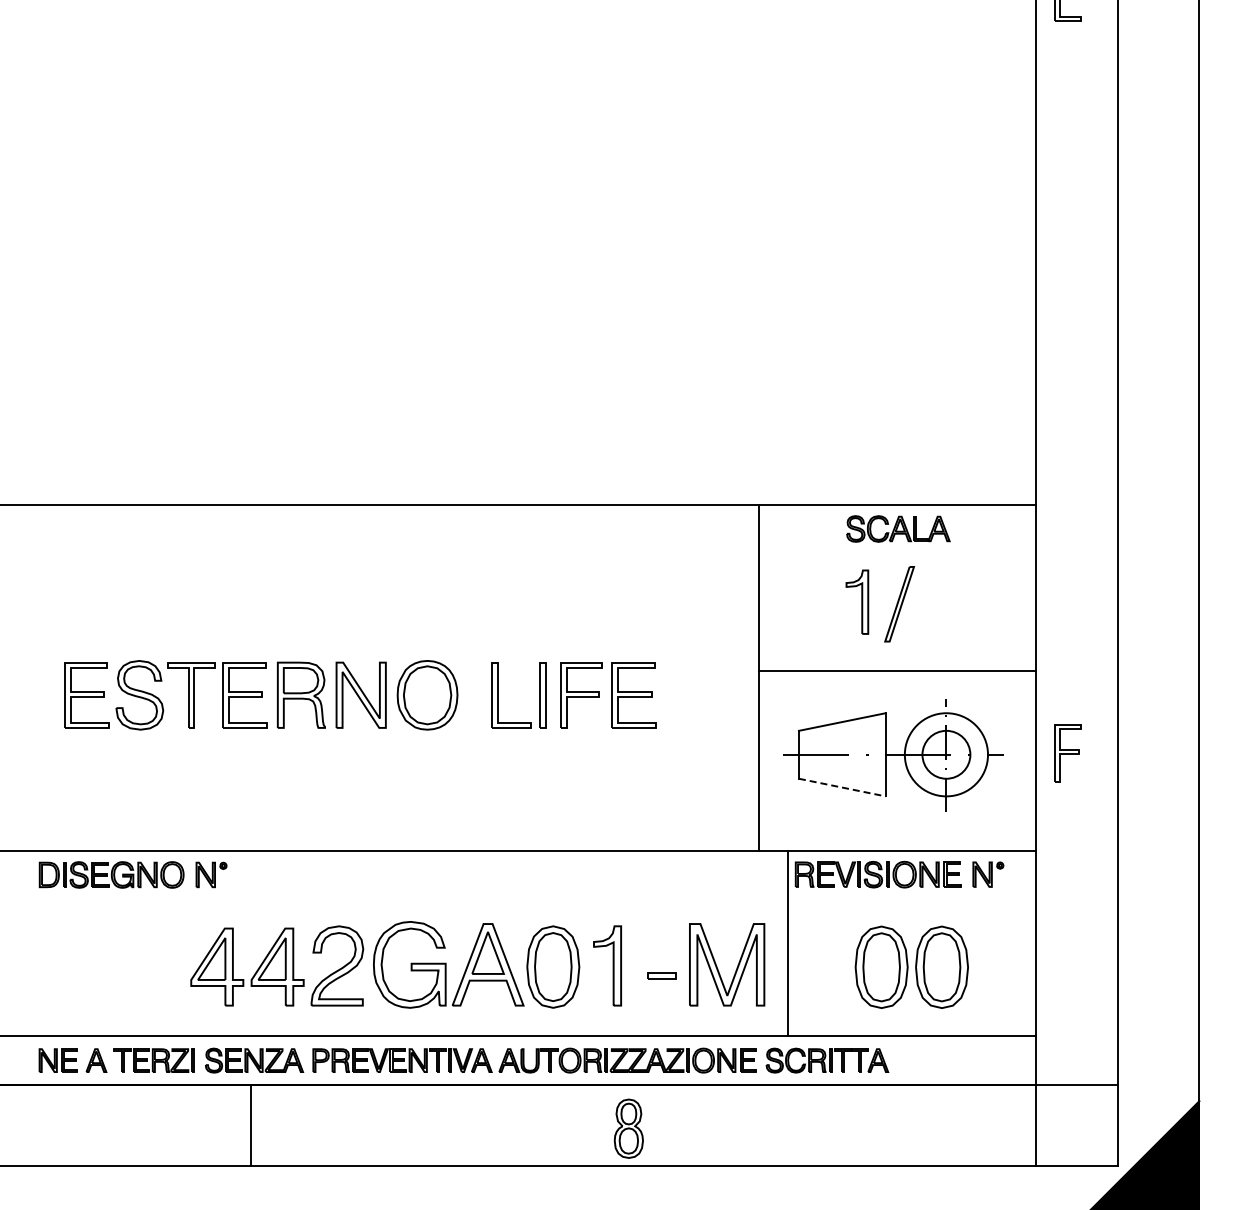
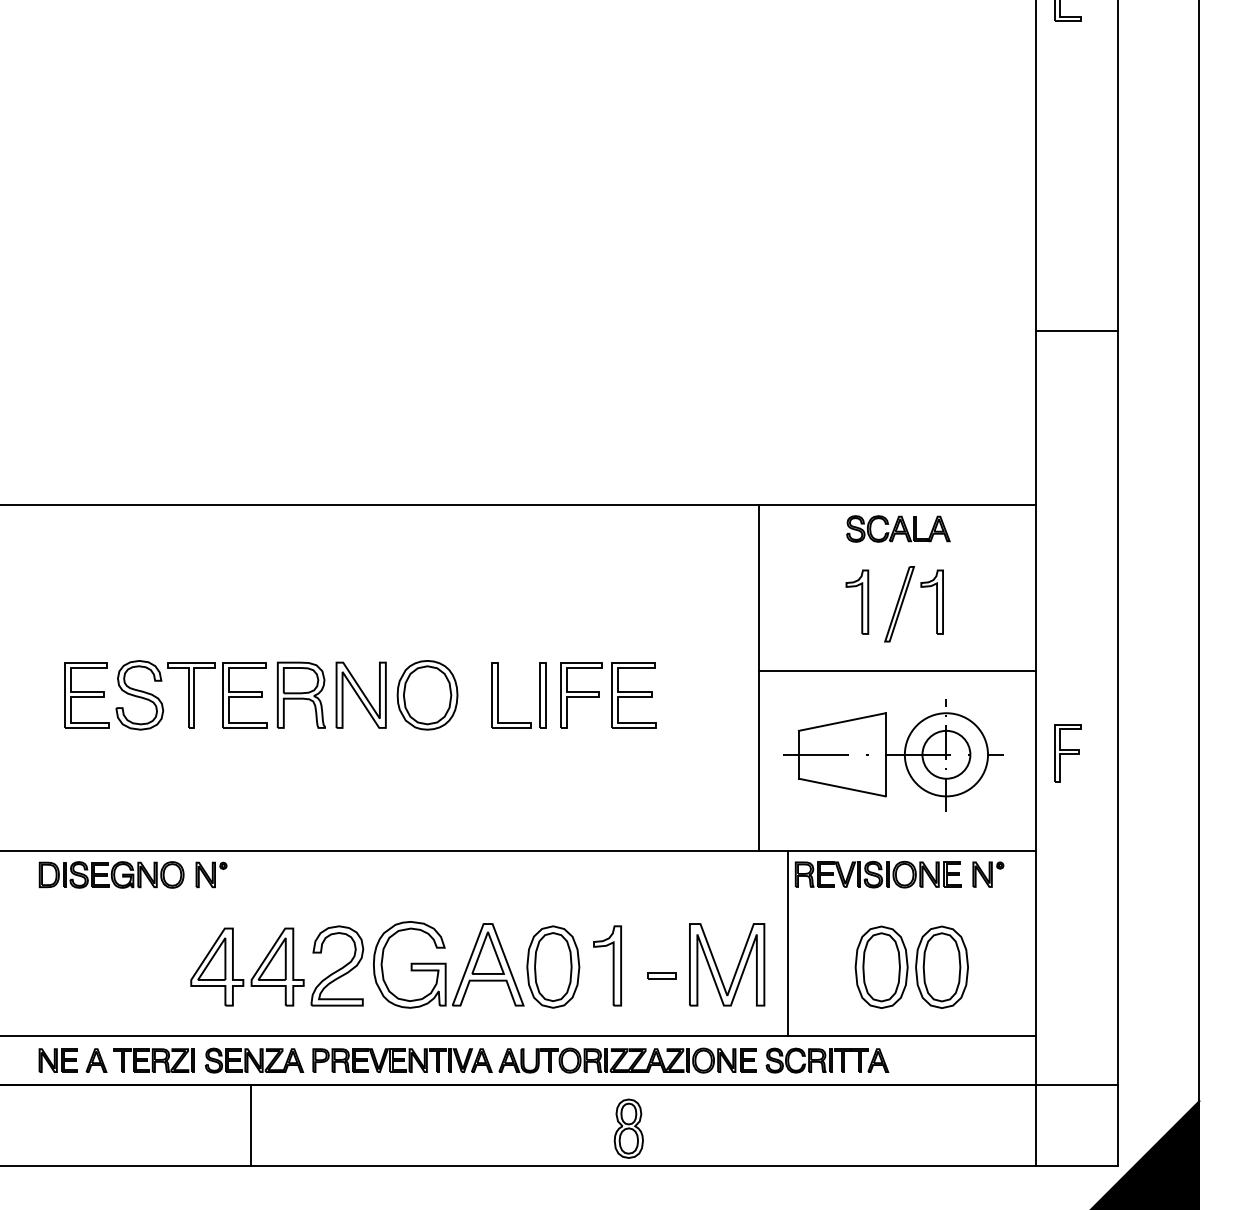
line at (1076, 331): none -> present
part at (931, 601): none -> present
line at (842, 787): dashed -> solid
